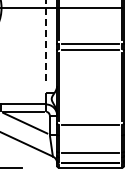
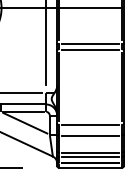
line at (46, 42): dashed -> solid
line at (21, 93): none -> present
line at (90, 135): none -> present
line at (90, 157): none -> present
